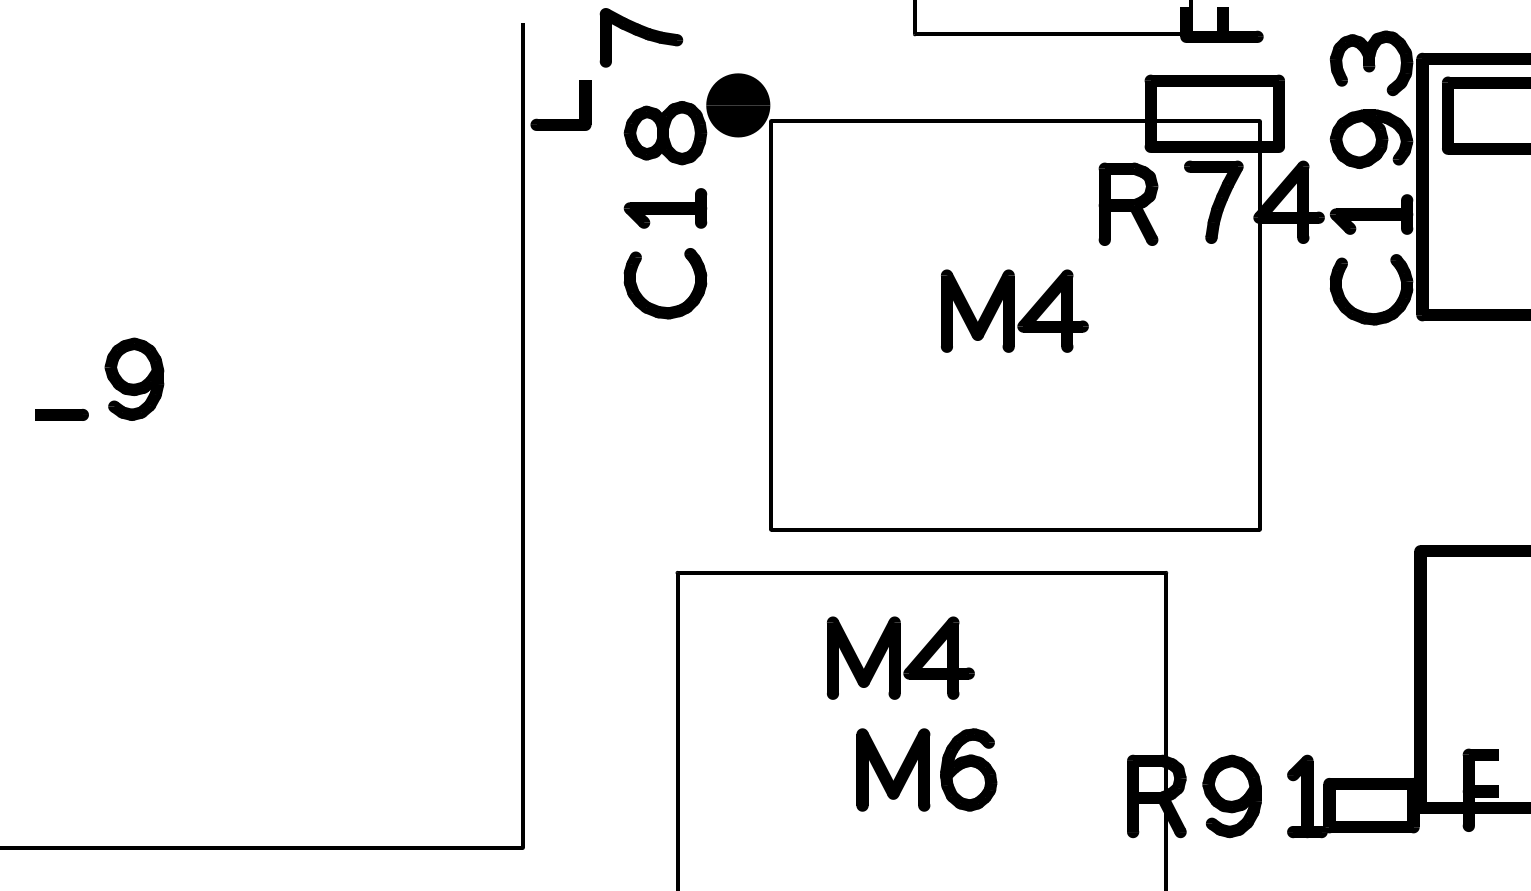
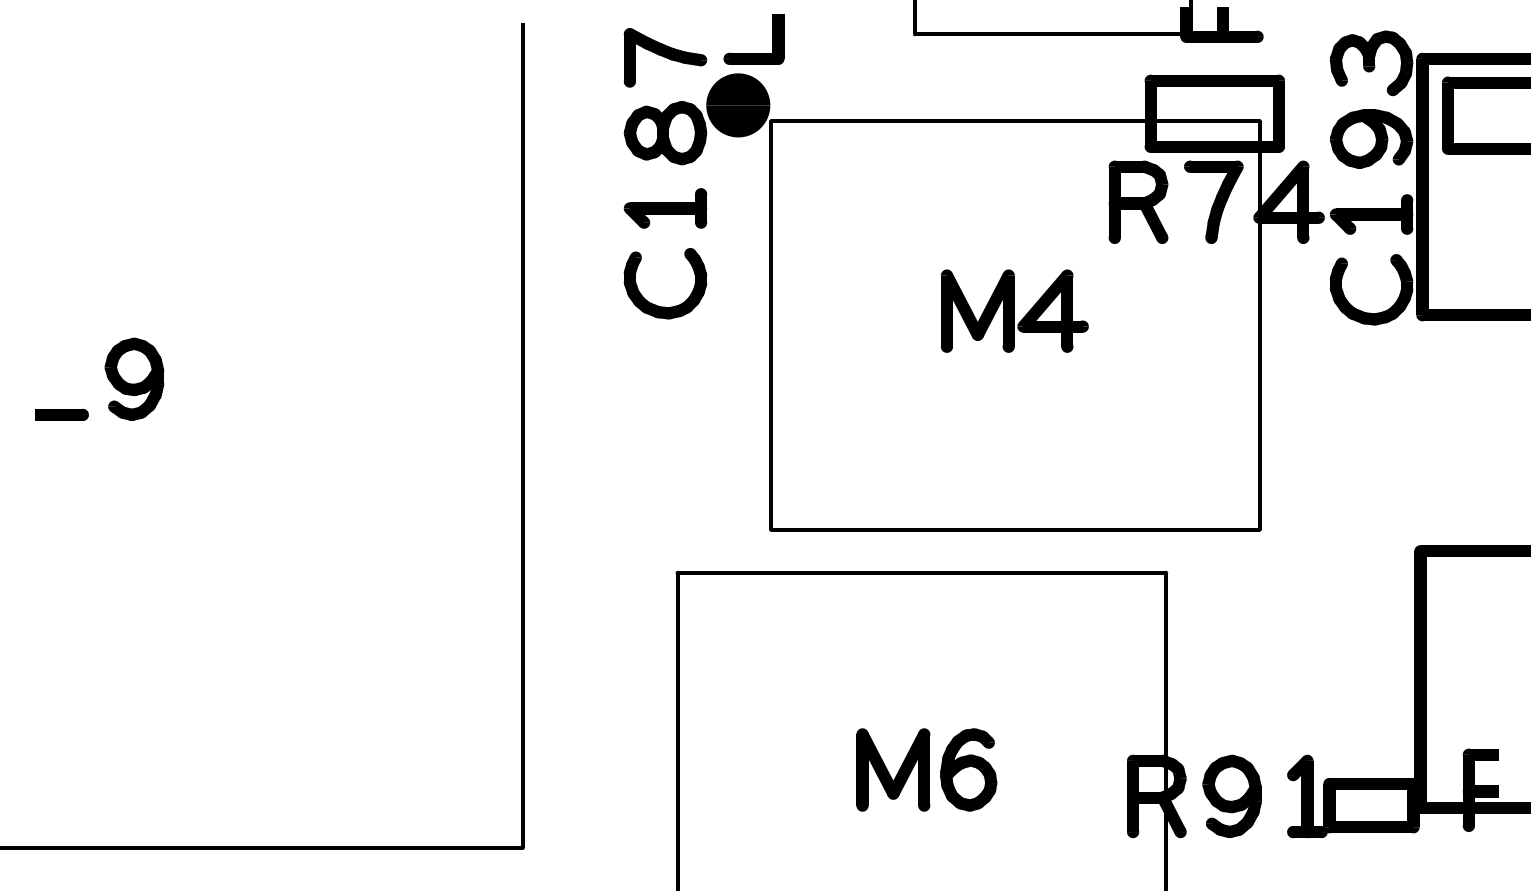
part at (641, 37) position: (641, 37) -> (665, 57)
part at (560, 119) position: (560, 119) -> (753, 53)
part at (1128, 203) position: (1128, 203) -> (1138, 201)
part at (900, 657): present -> none
